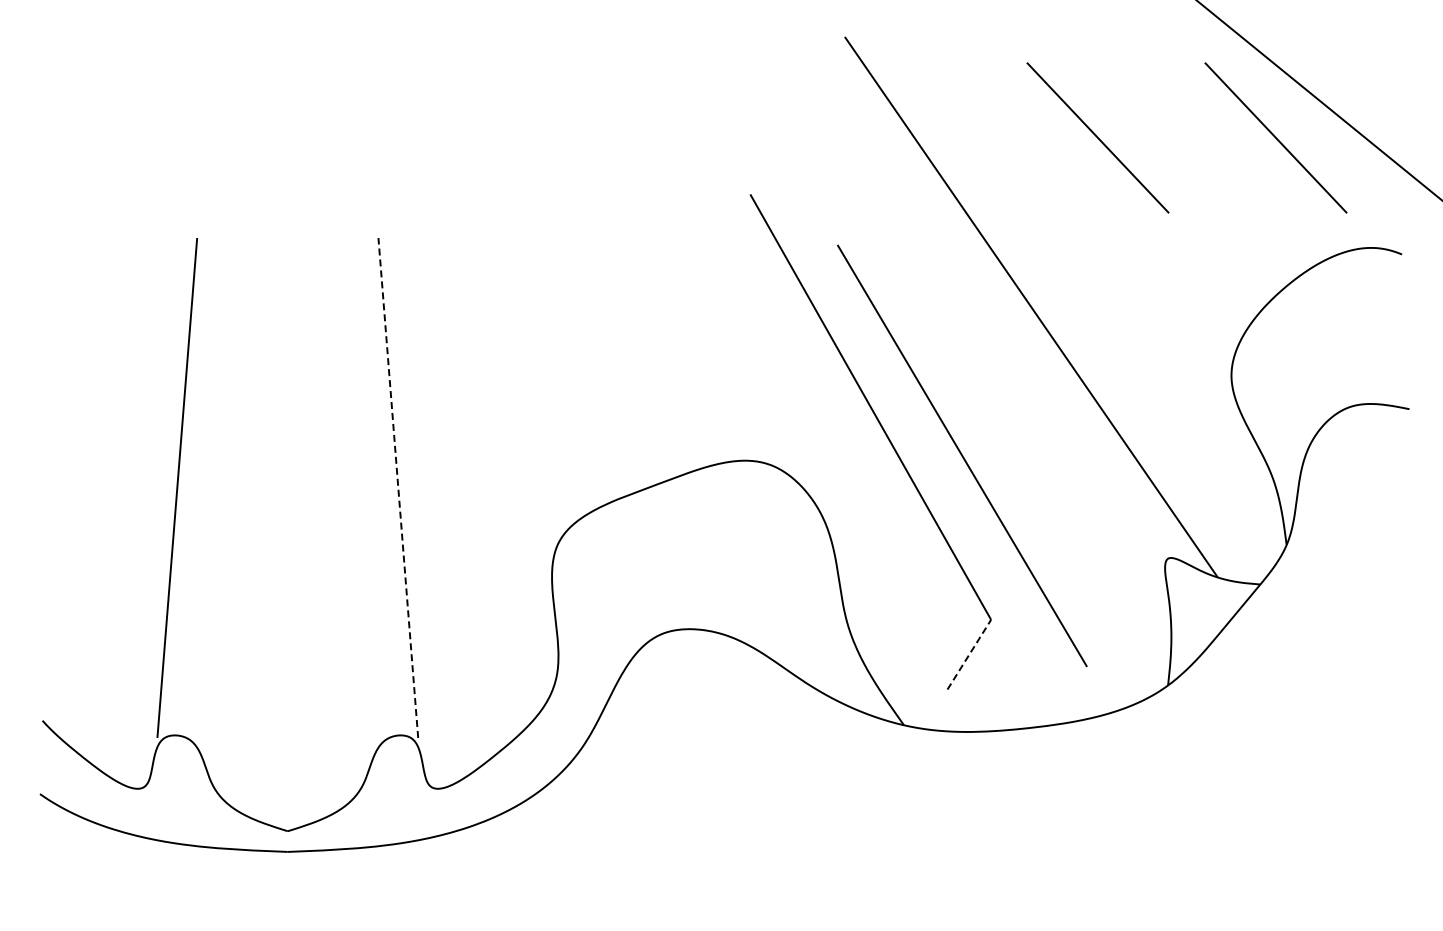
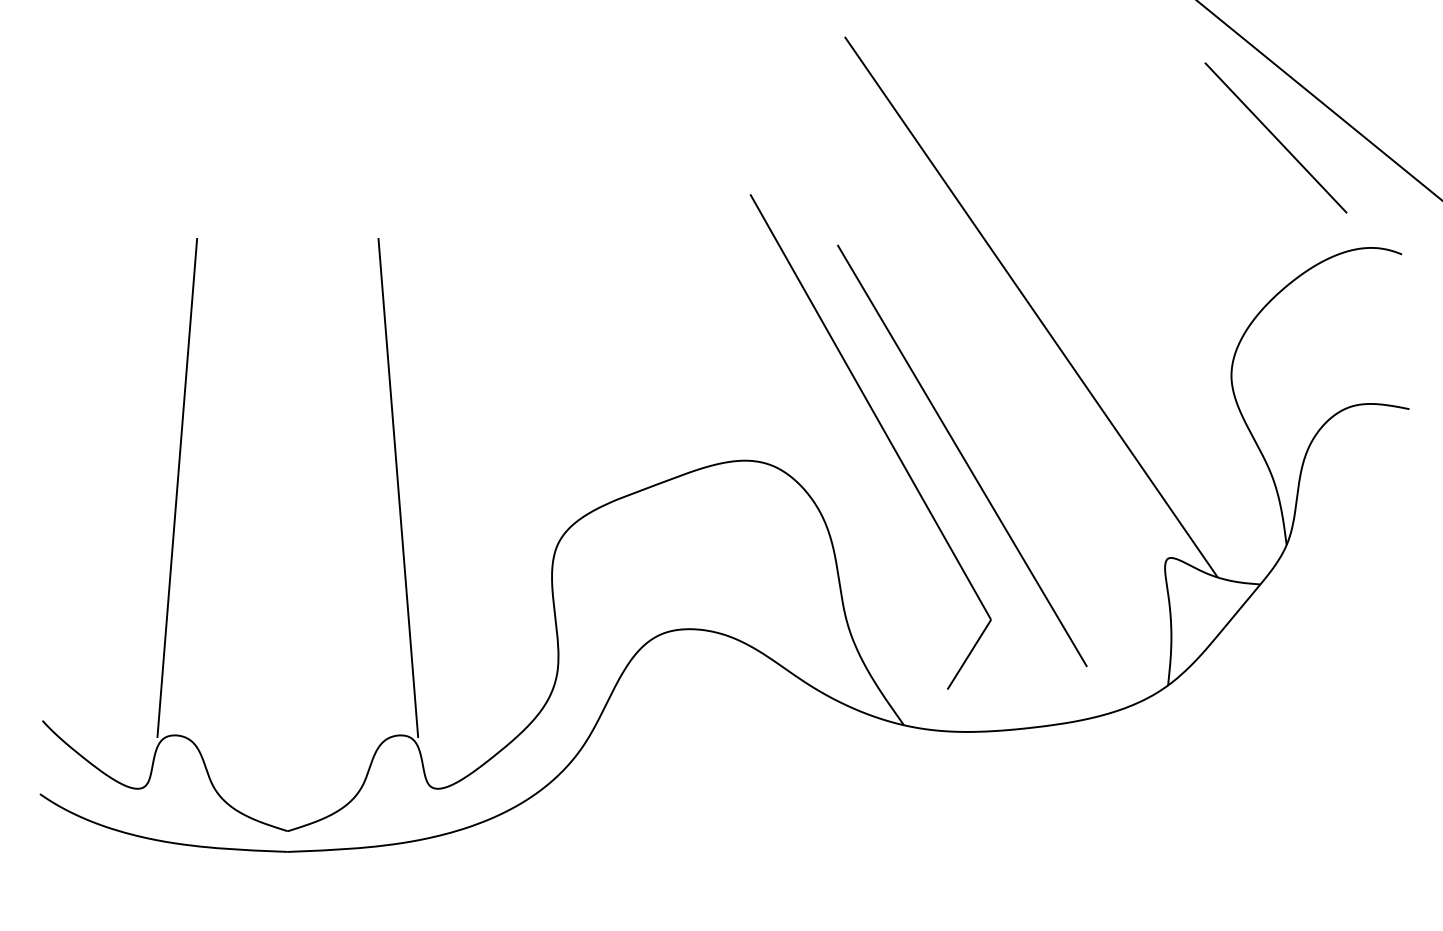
line at (1097, 137): present -> none
line at (398, 487): dashed -> solid
line at (969, 654): dashed -> solid
